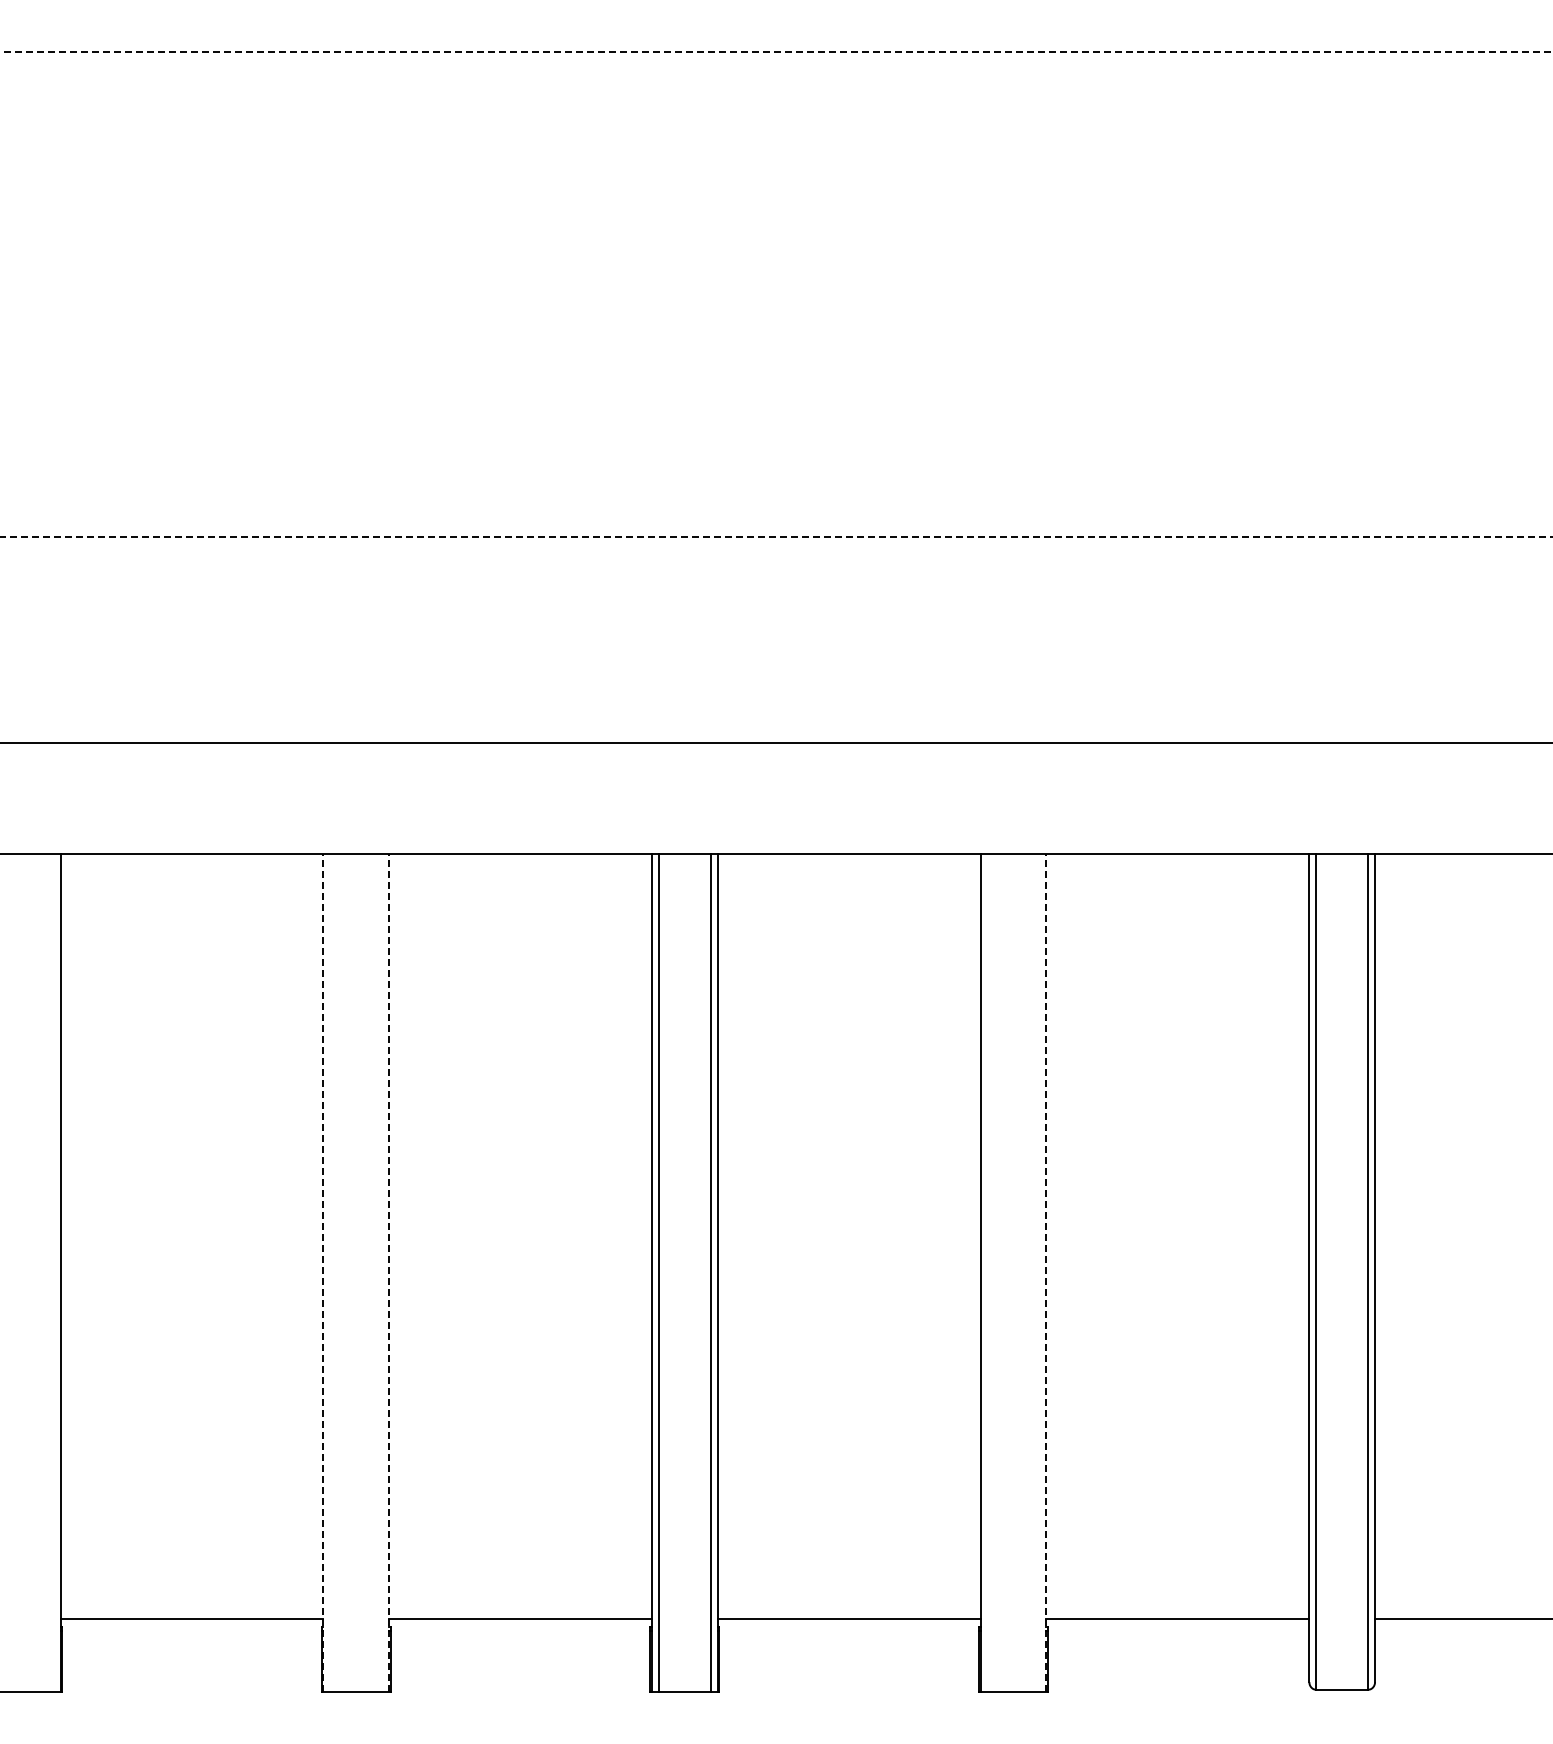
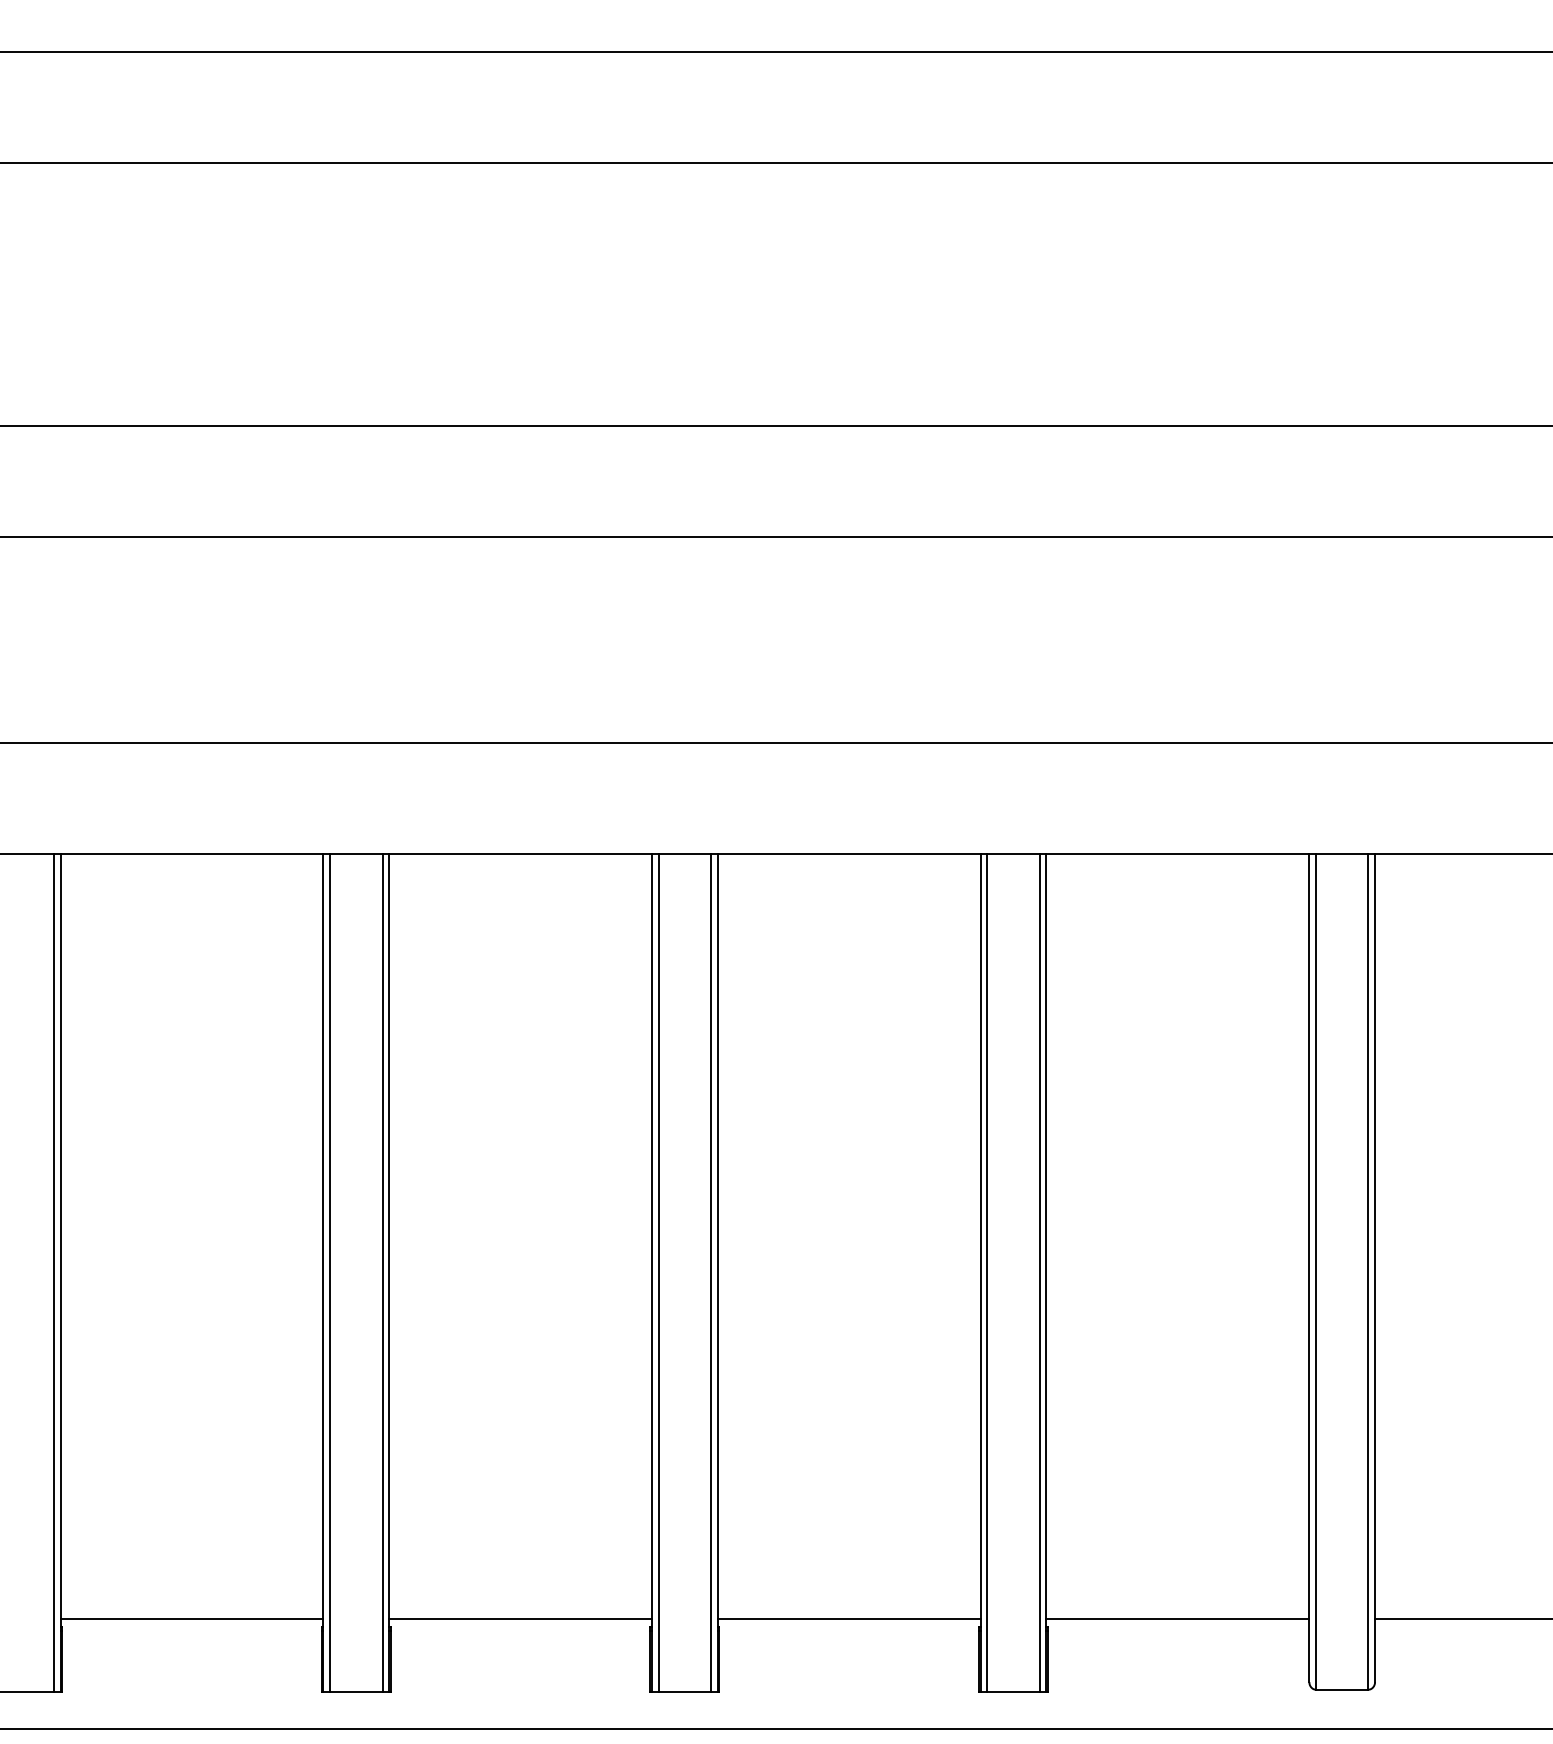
line at (776, 52): dashed -> solid
line at (775, 163): none -> present
line at (775, 425): none -> present
line at (777, 536): dashed -> solid
line at (53, 1272): none -> present
line at (323, 1272): dashed -> solid
line at (330, 1272): none -> present
line at (382, 1272): none -> present
line at (389, 1272): dashed -> solid
line at (987, 1272): none -> present
line at (1039, 1272): none -> present
line at (1046, 1272): dashed -> solid
line at (775, 1729): none -> present
